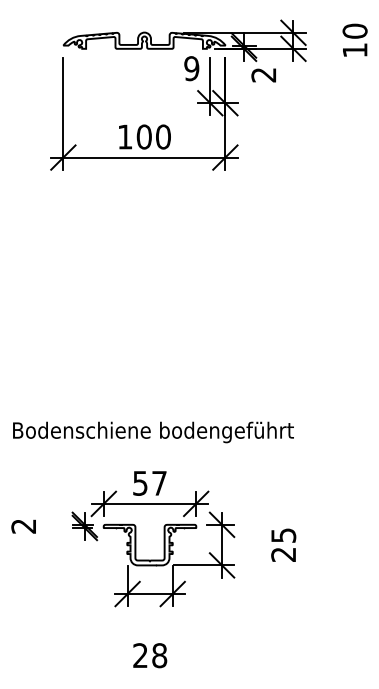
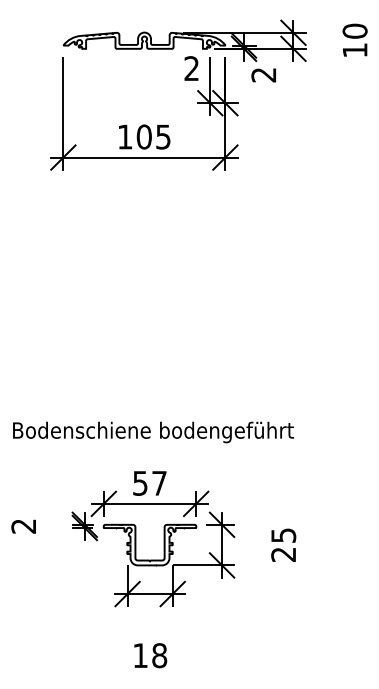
text at (191, 68): 9 -> 2
text at (163, 136): 100 -> 105
text at (140, 655): 28 -> 18
